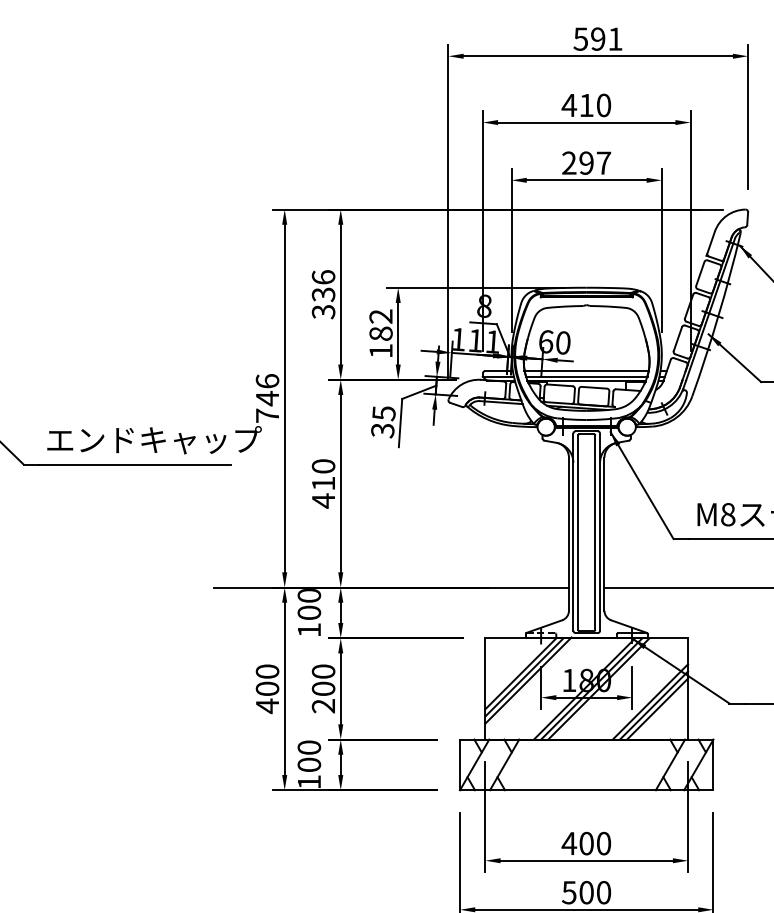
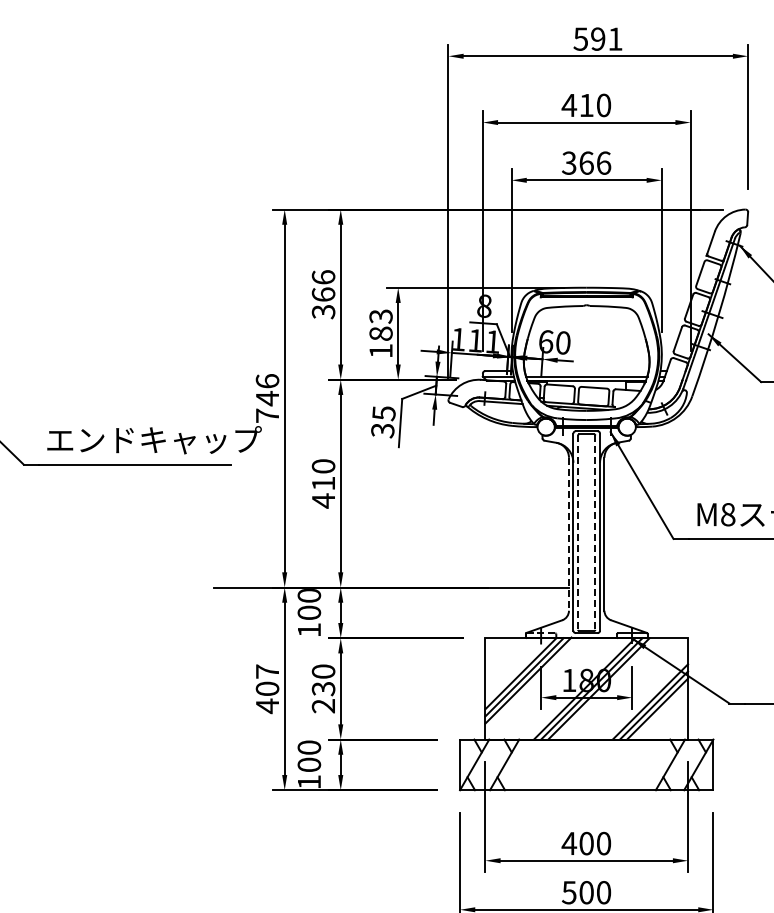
text at (586, 162): 297 -> 366
text at (323, 294): 336 -> 366
text at (380, 316): 182 -> 183
line at (585, 371): present -> none
line at (578, 533): solid -> dashed
line at (595, 533): solid -> dashed
line at (568, 534): solid -> dashed
line at (687, 587): present -> none
text at (267, 671): 400 -> 407
text at (323, 688): 200 -> 230
